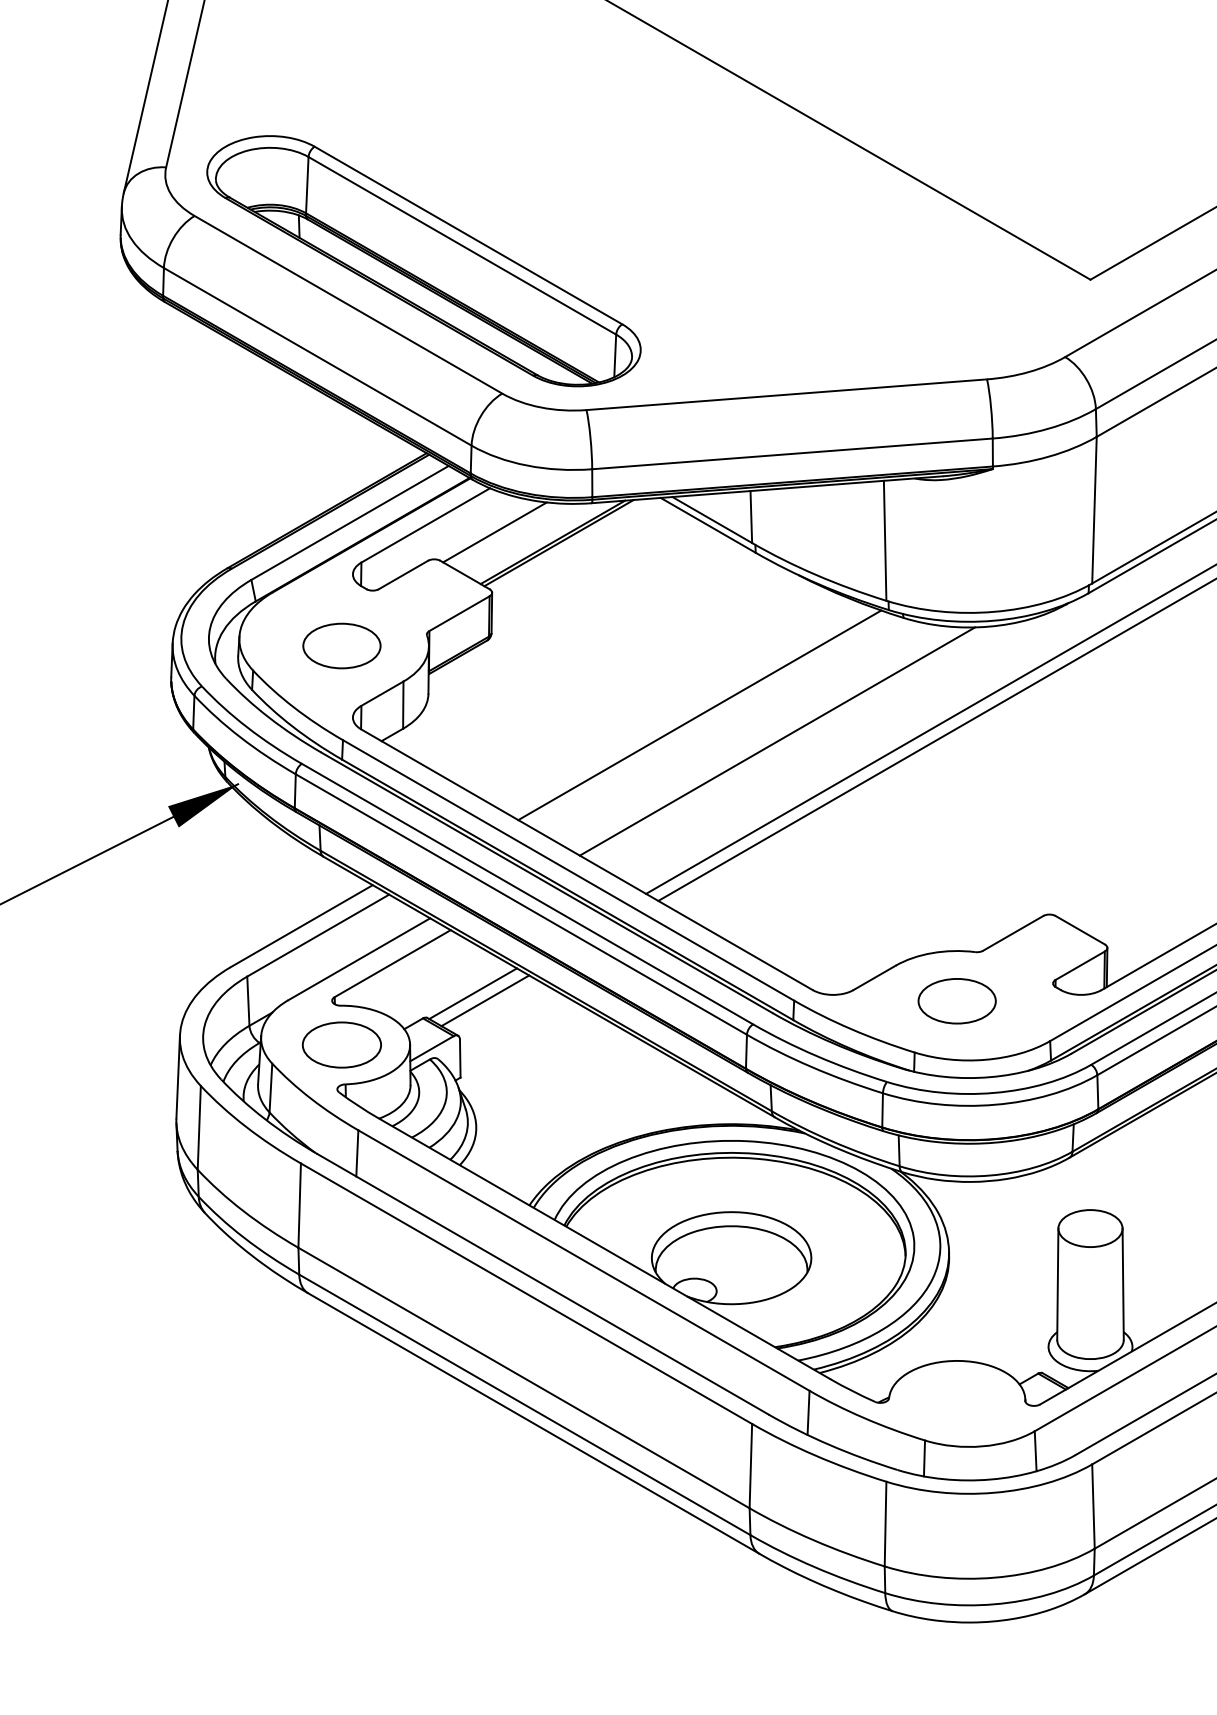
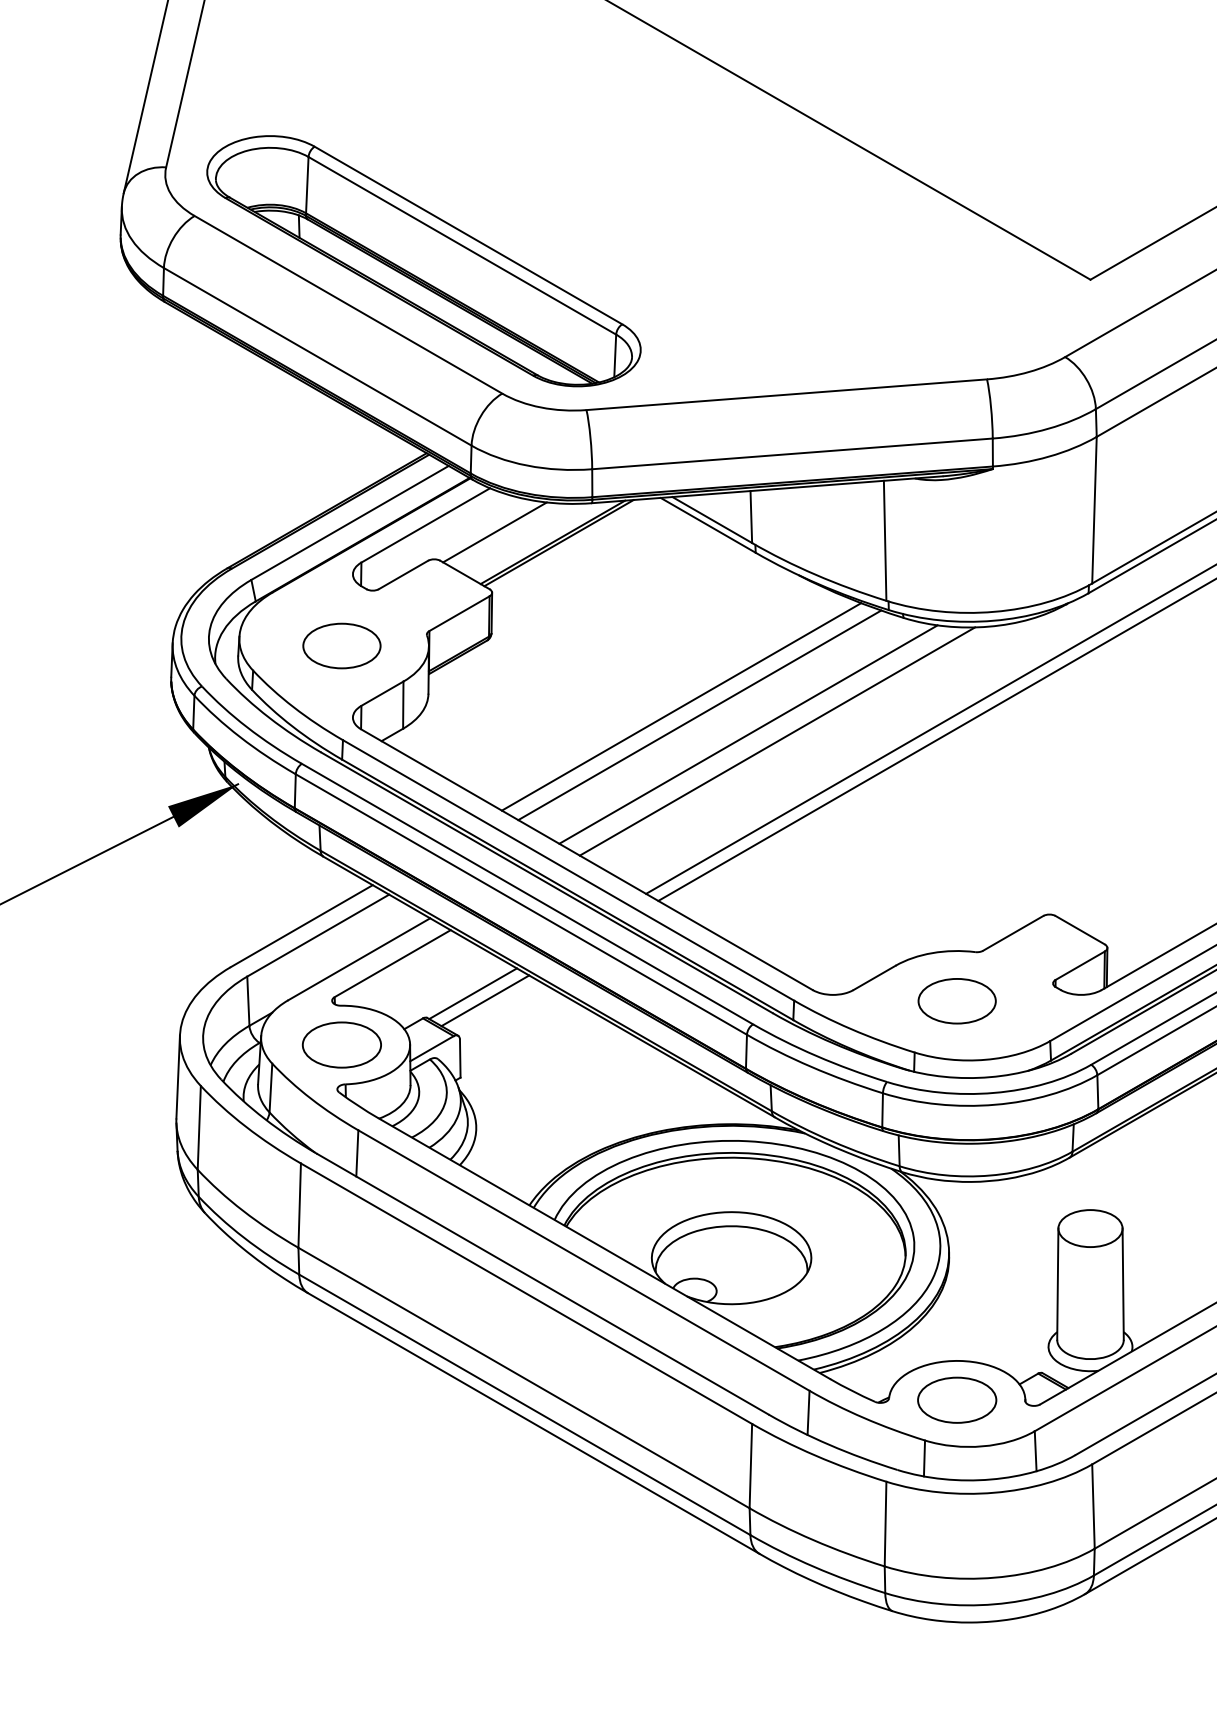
line at (681, 706): none -> present
line at (748, 734): none -> present
part at (957, 1399): none -> present
